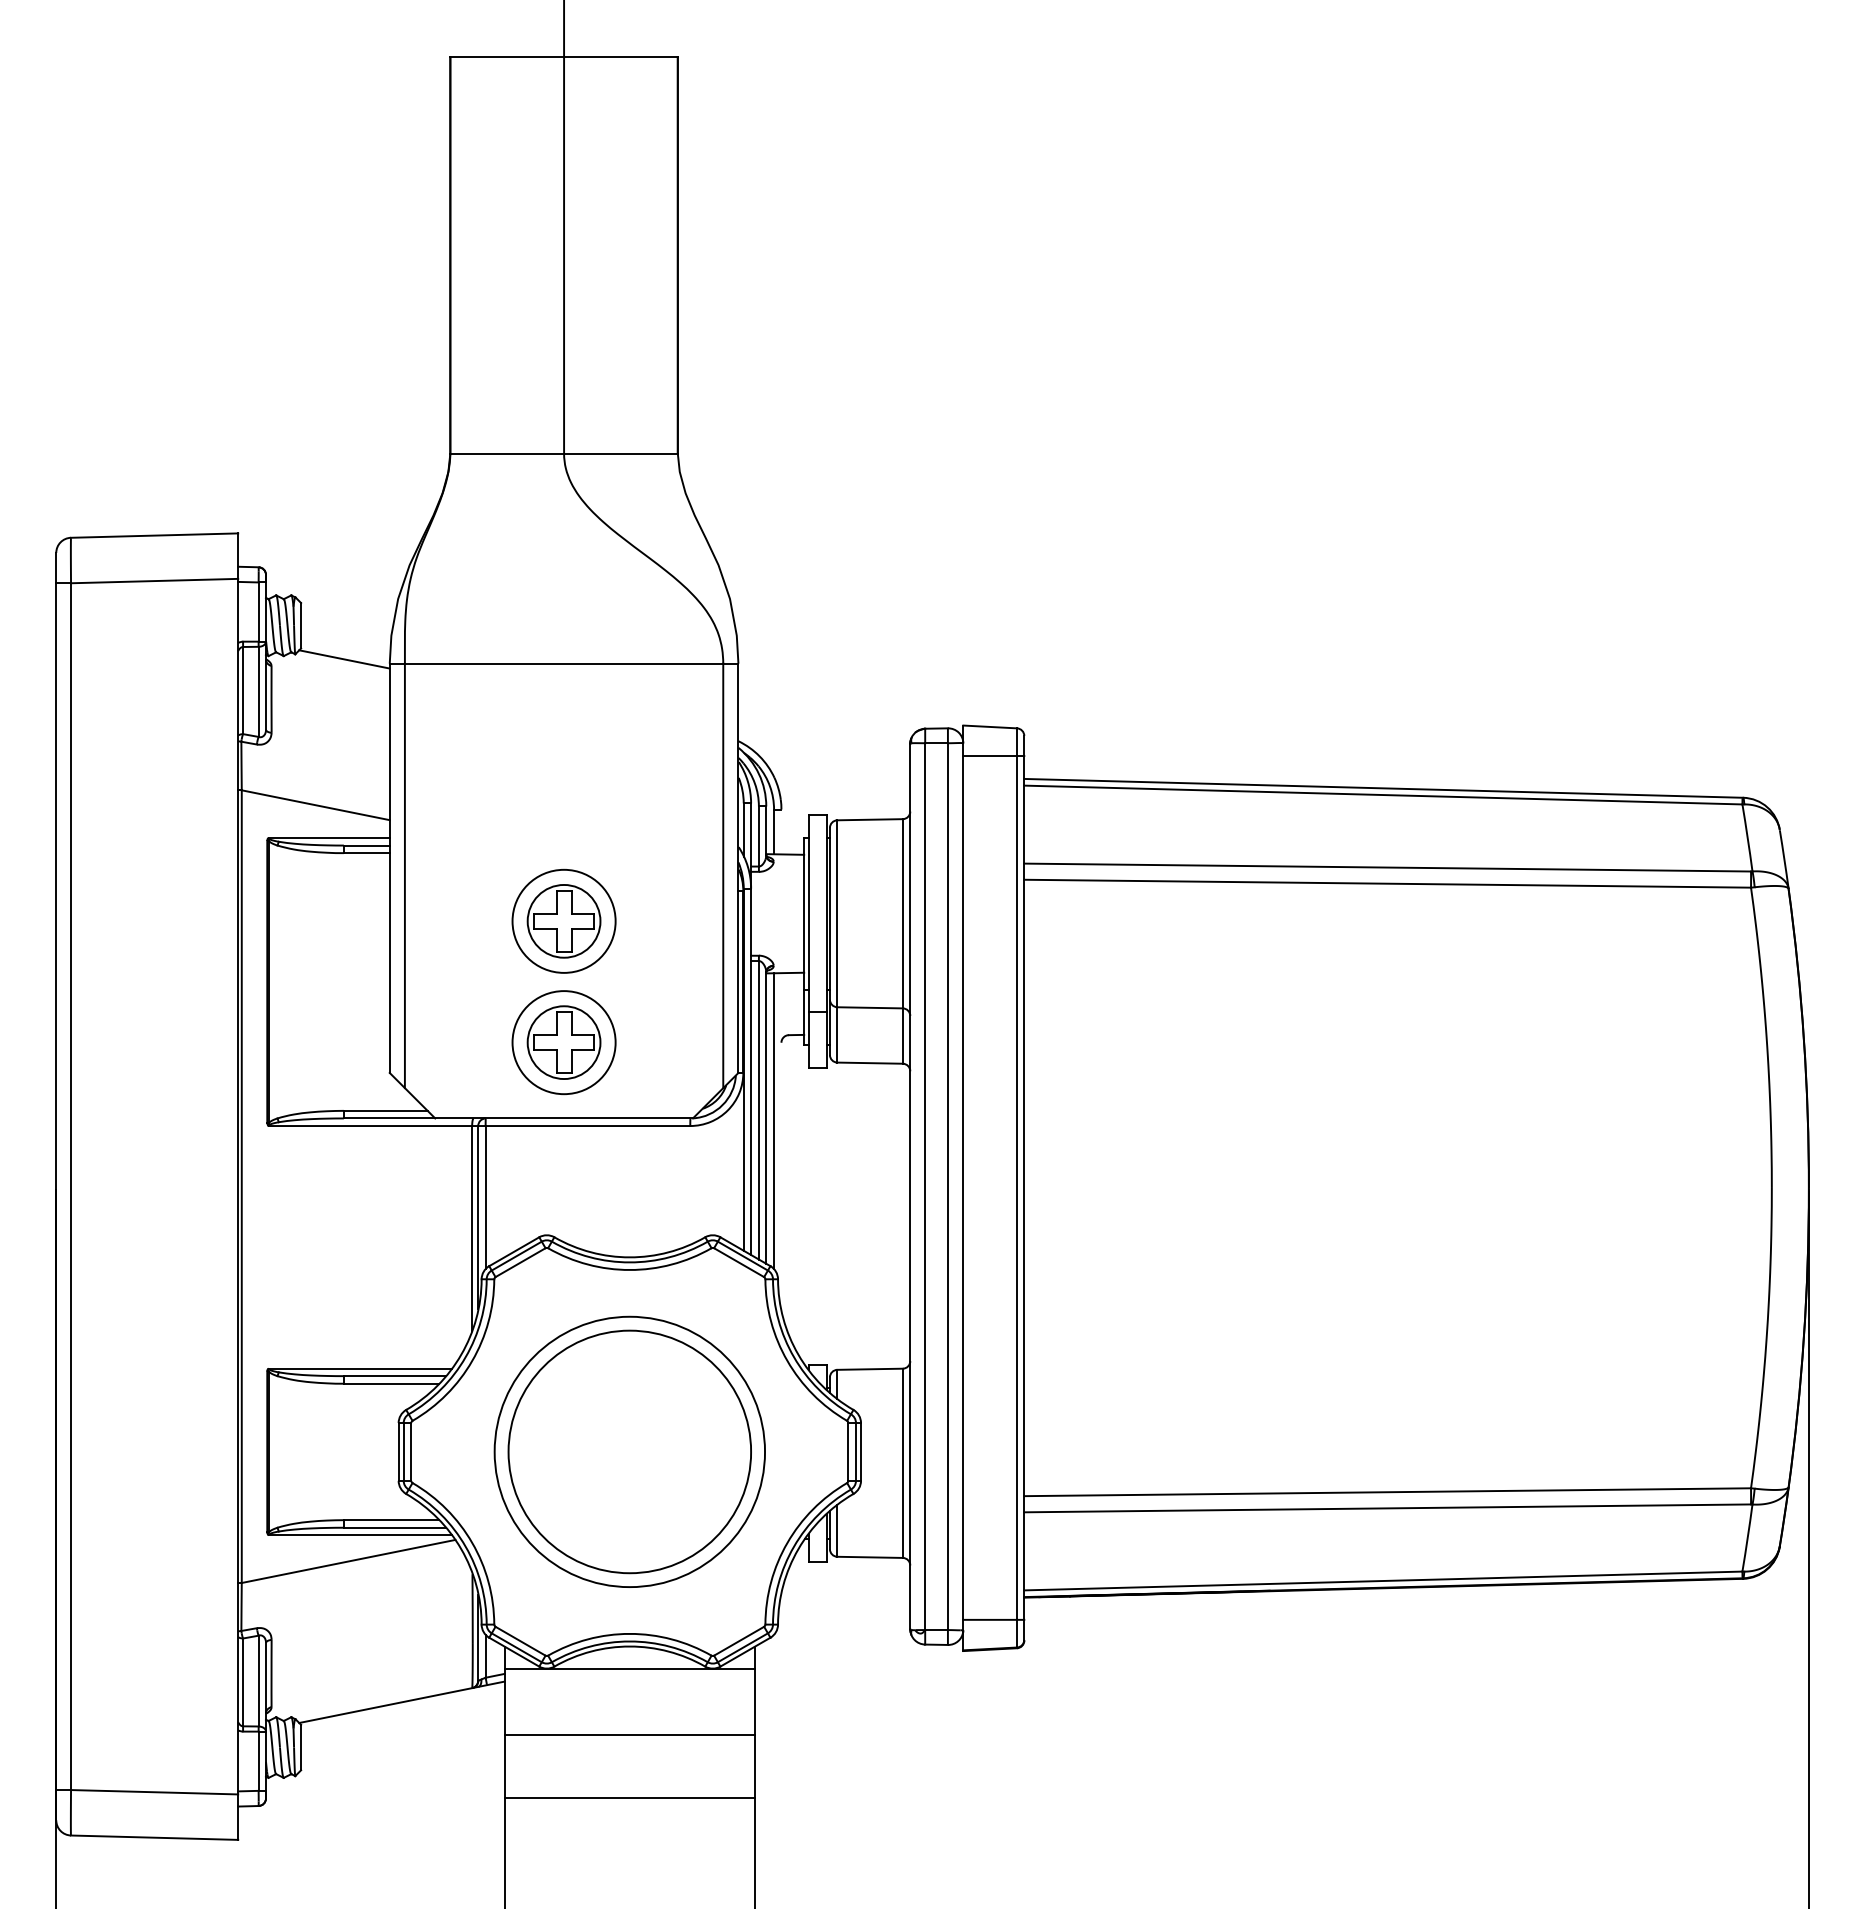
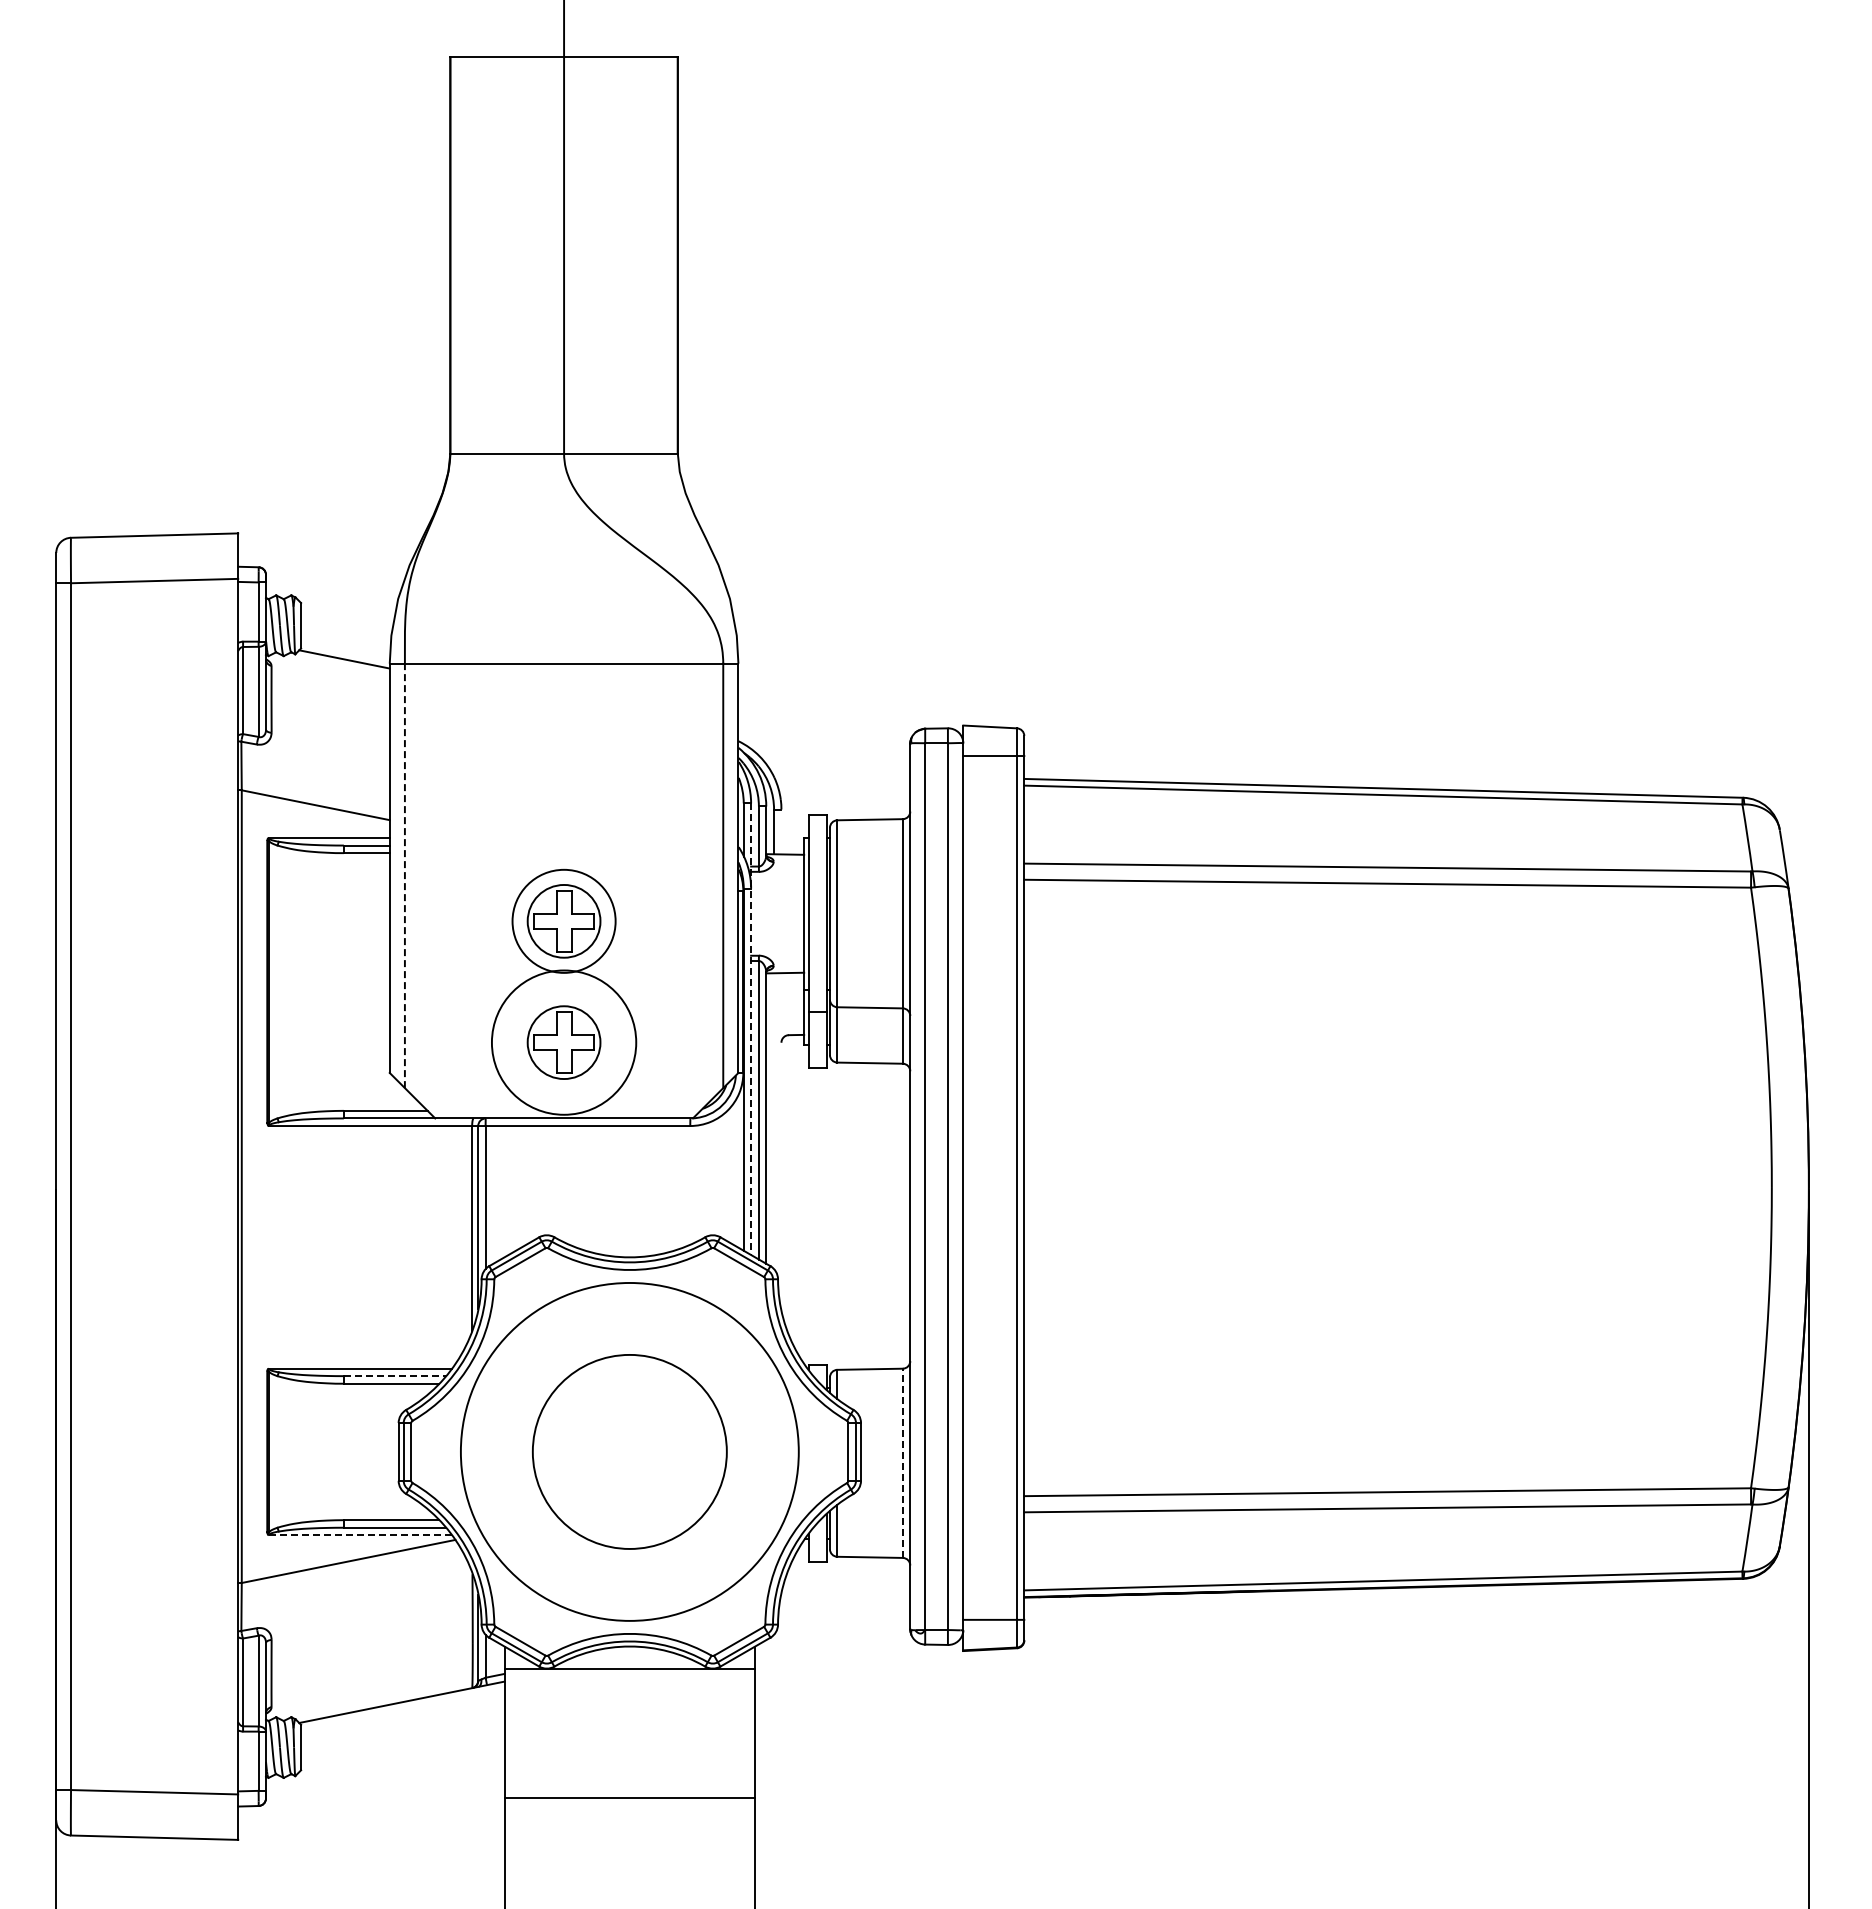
line at (404, 875): solid -> dashed
line at (751, 1029): solid -> dashed
circle at (563, 1042) diameter: 103 px -> 144 px
line at (774, 1121): present -> none
line at (394, 1376): solid -> dashed
circle at (629, 1451) diameter: 243 px -> 194 px
circle at (629, 1451) diameter: 270 px -> 338 px
line at (902, 1463): solid -> dashed
line at (360, 1535): solid -> dashed
line at (629, 1735): present -> none
